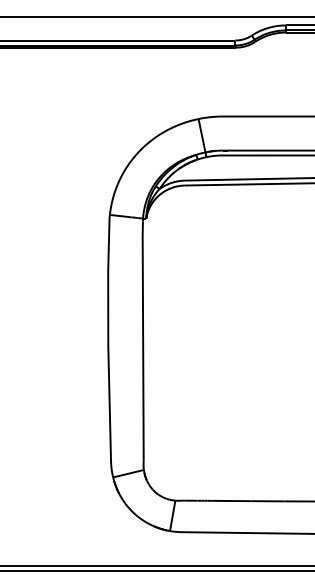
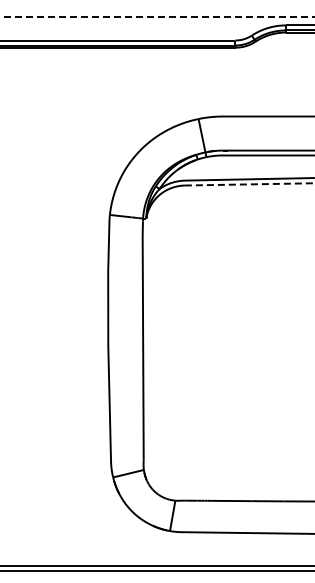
line at (157, 17): solid -> dashed
line at (249, 184): solid -> dashed
